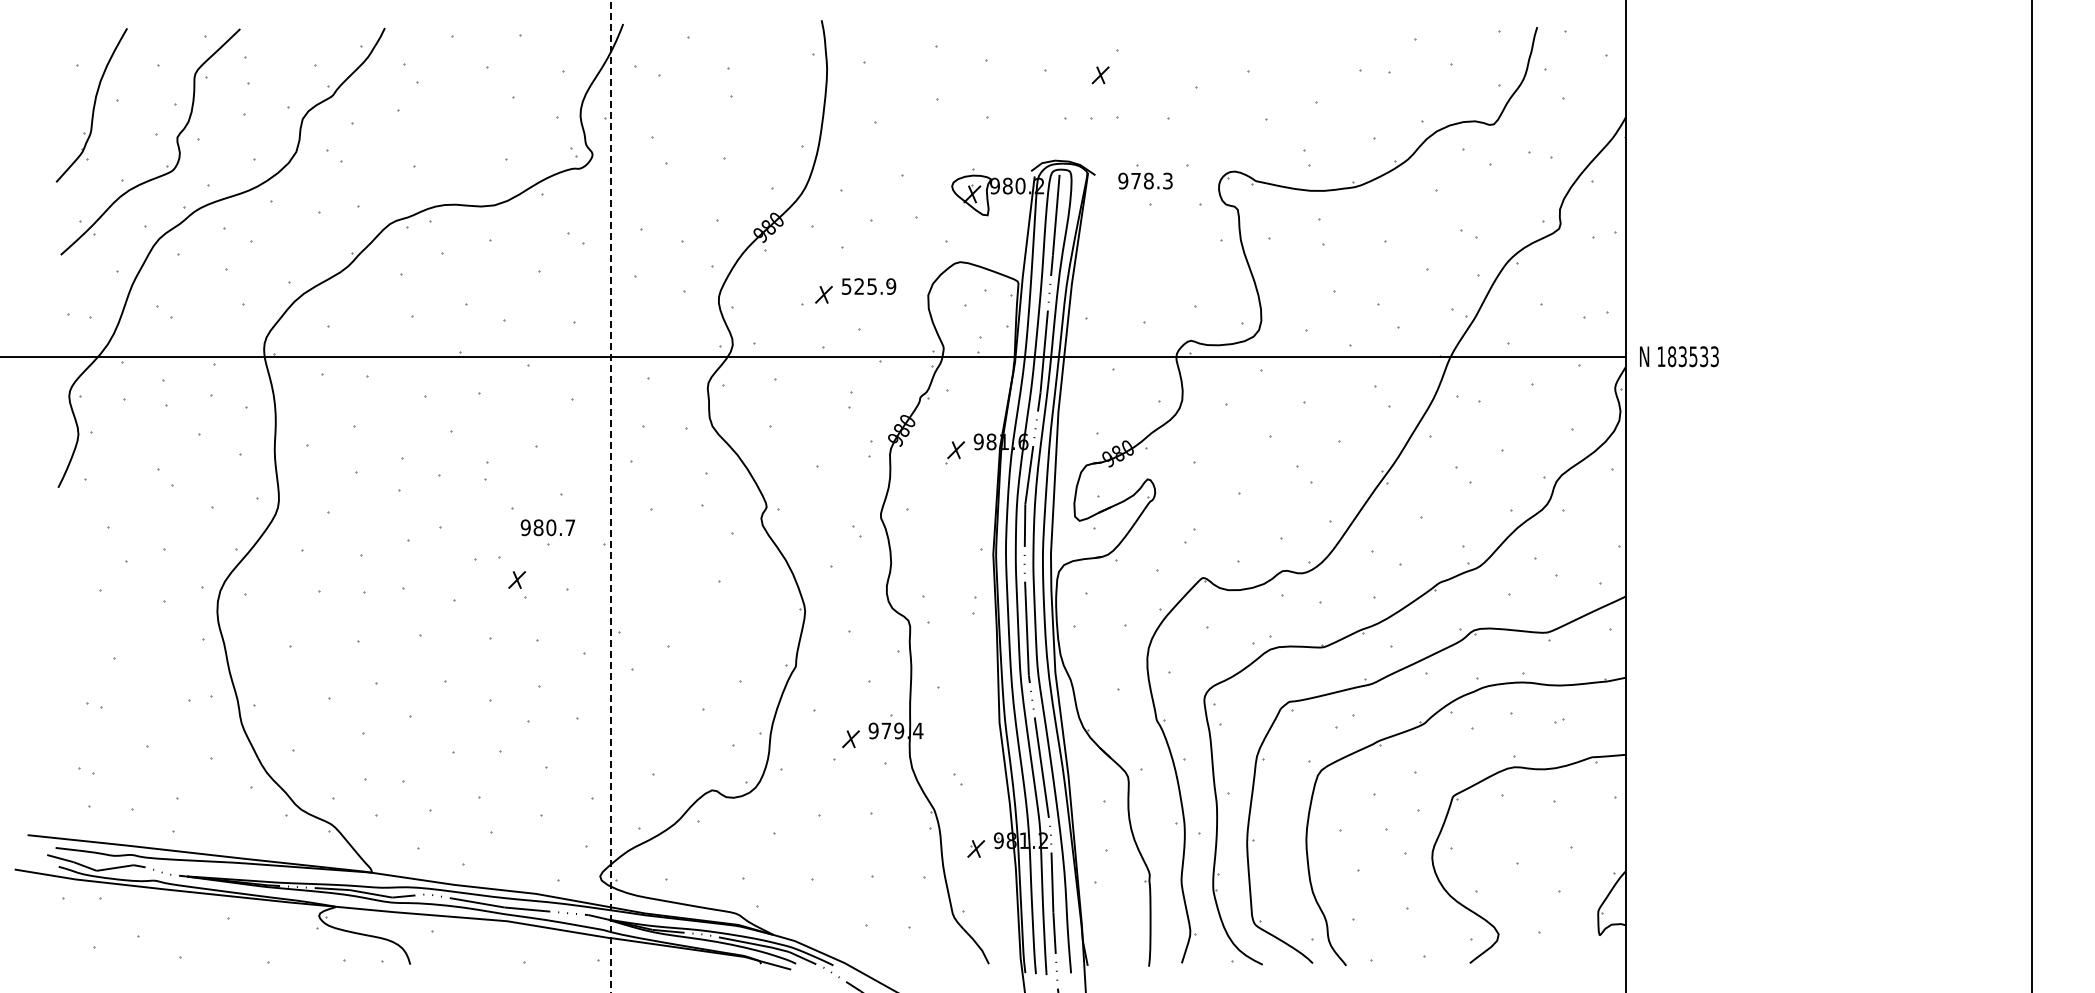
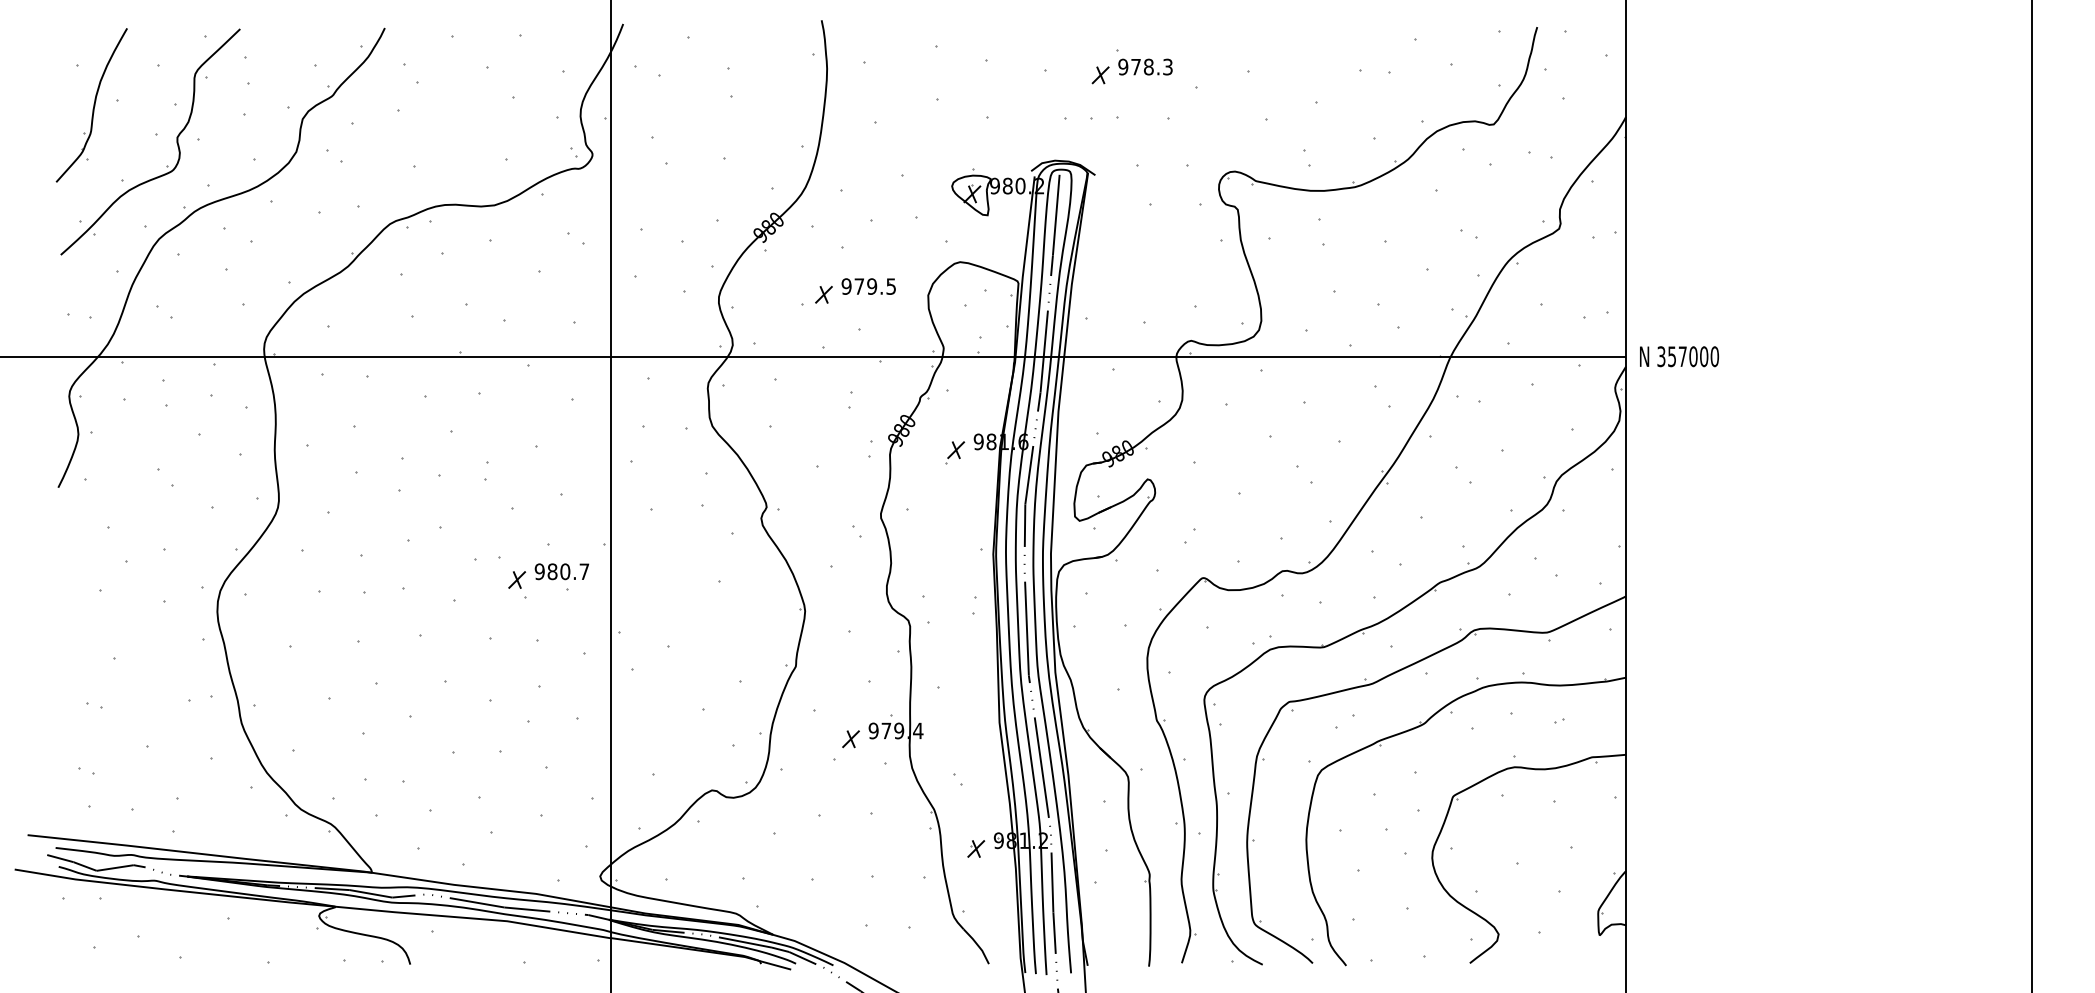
text at (1145, 180) position: (1145, 180) -> (1145, 66)
text at (868, 286): 525.9 -> 979.5
text at (1688, 356): 183533 -> 357000
line at (610, 496): dashed -> solid
text at (547, 527) position: (547, 527) -> (561, 571)
